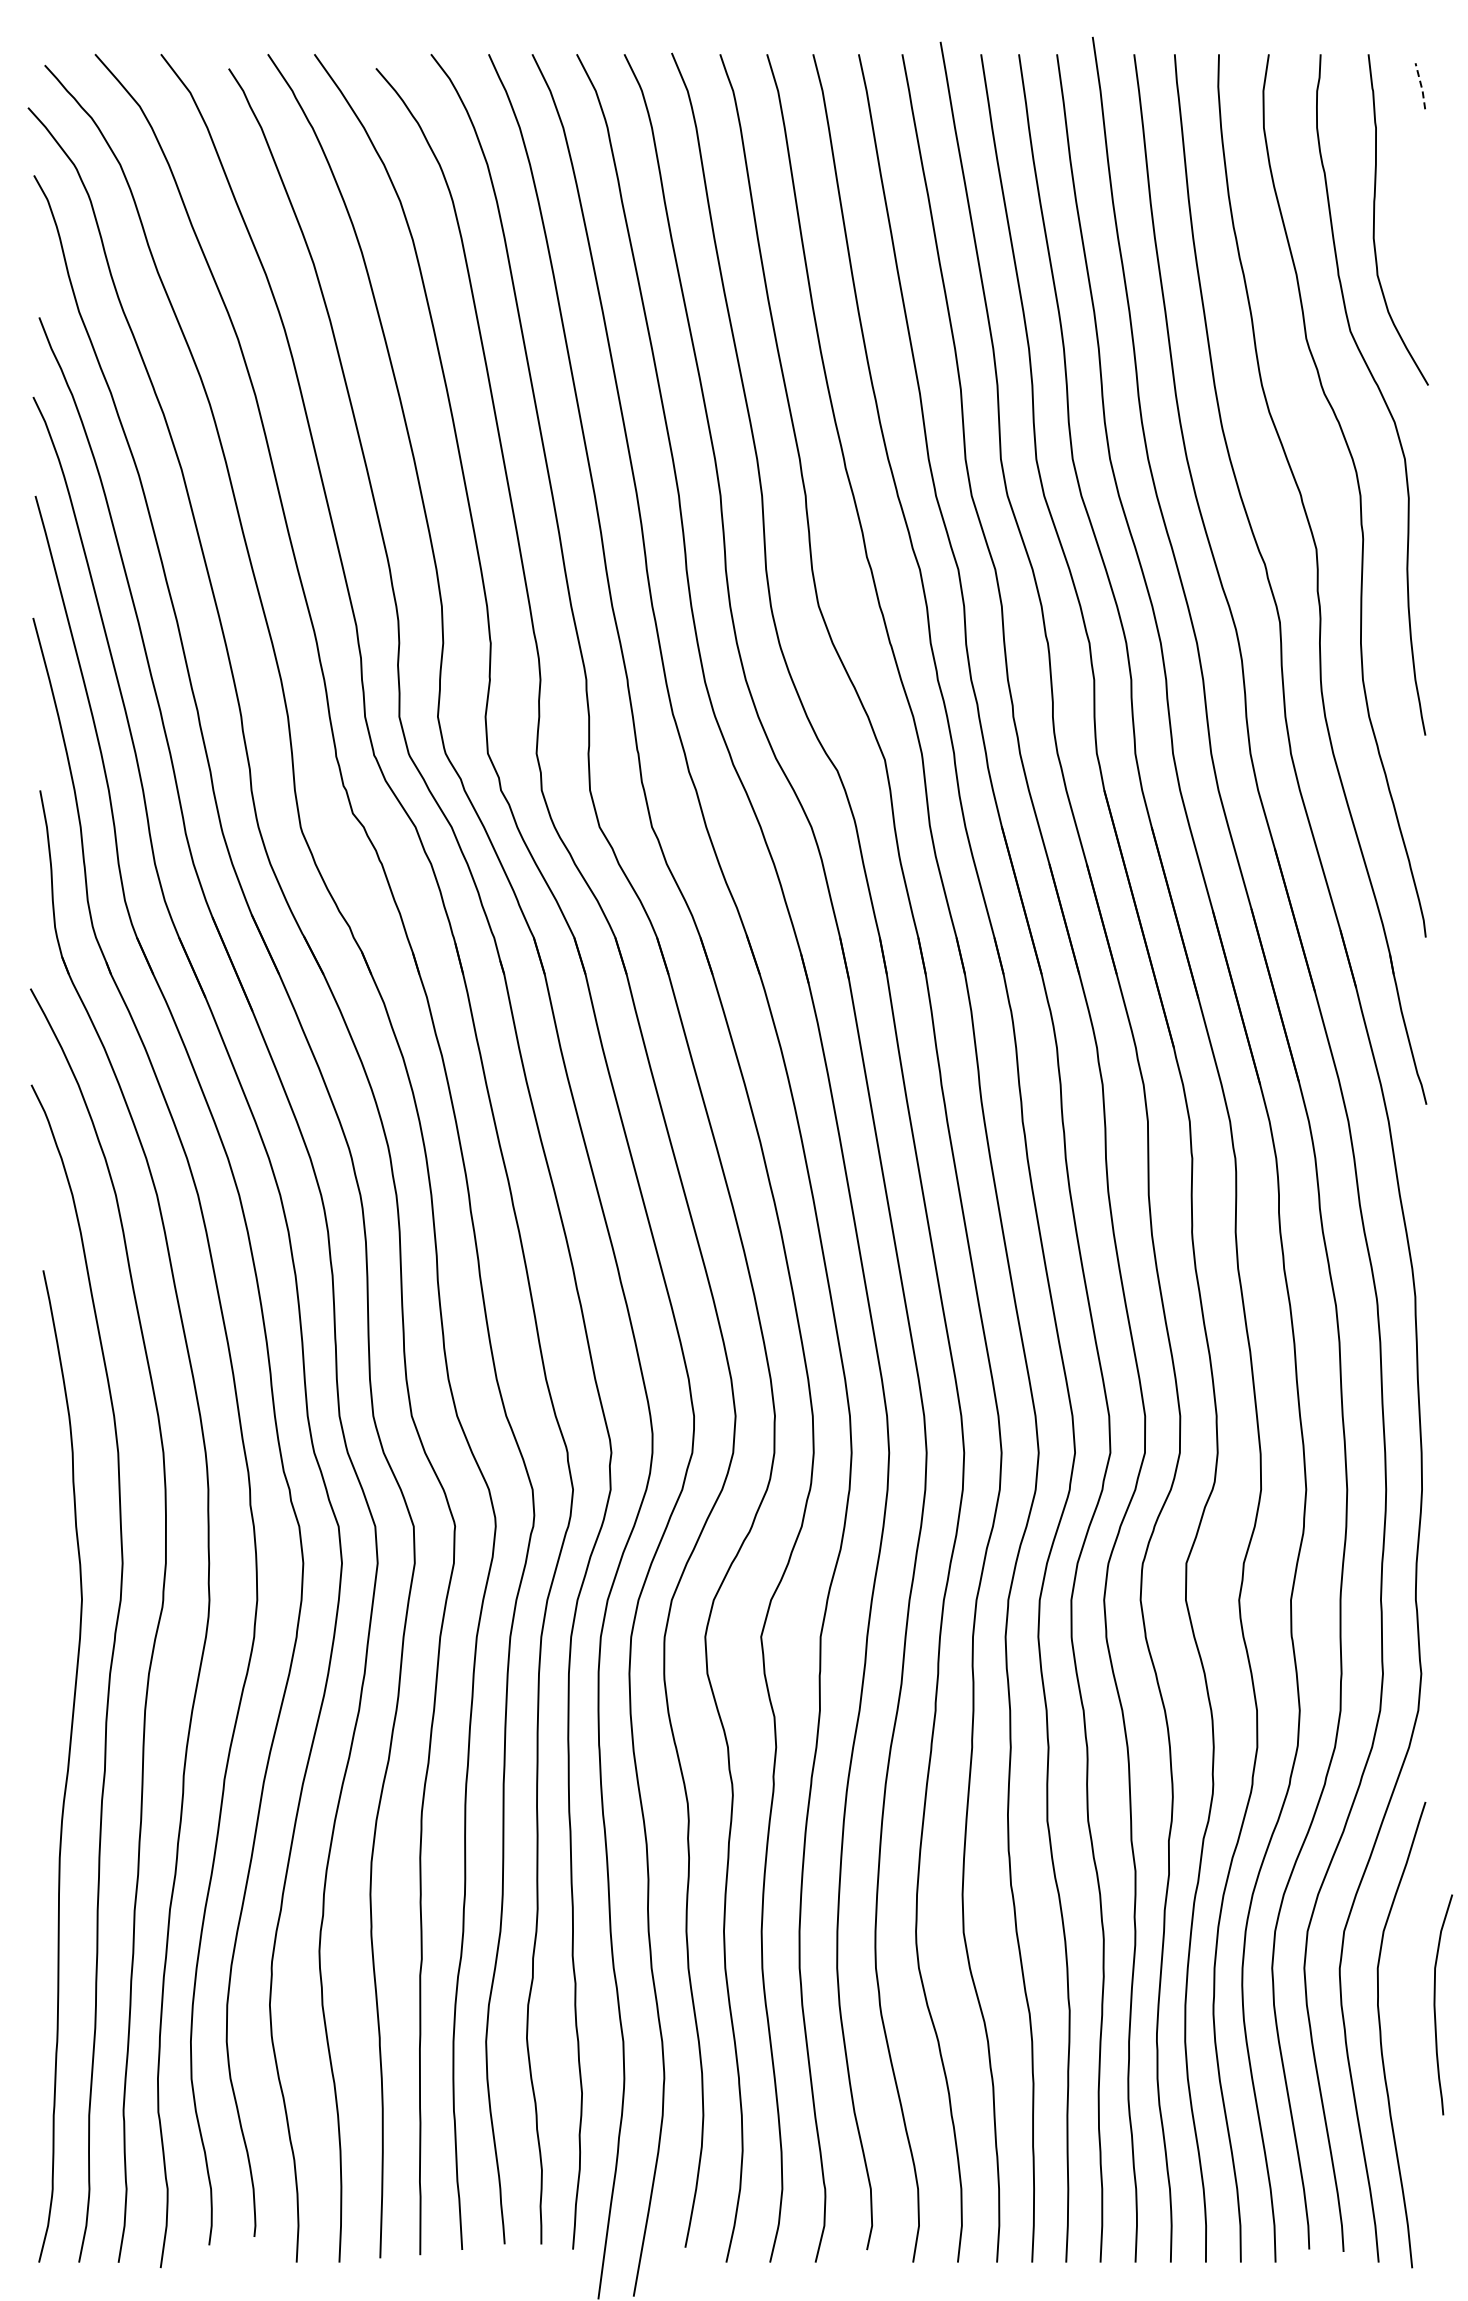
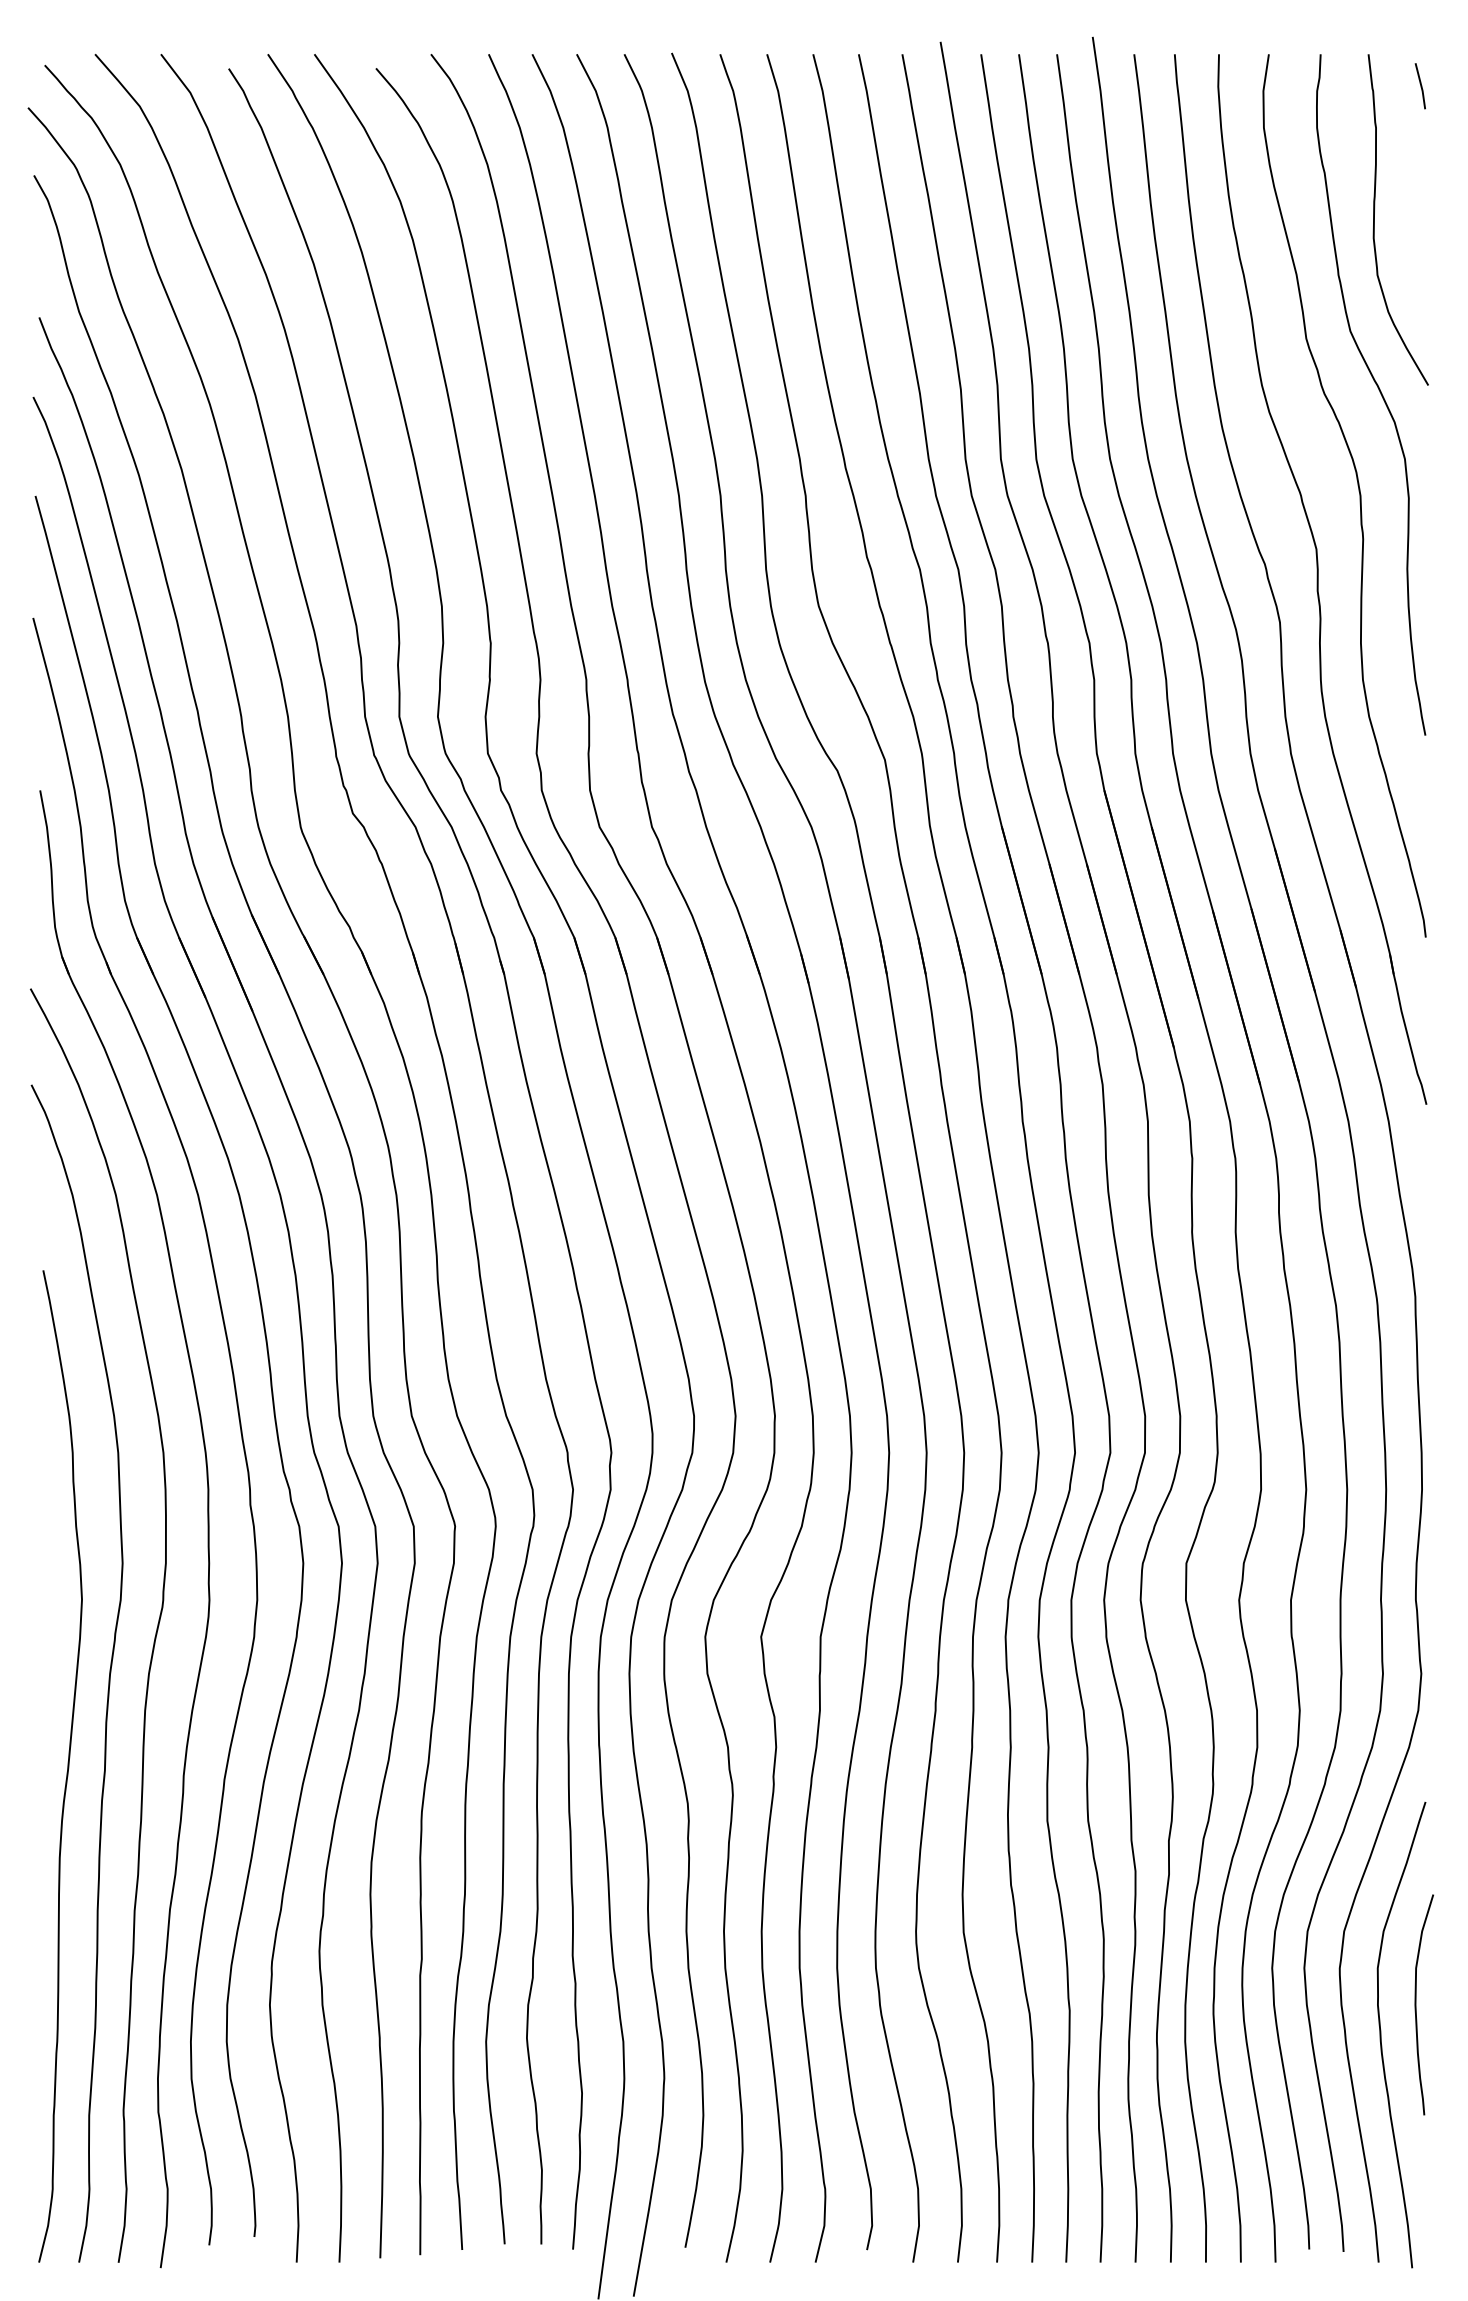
line at (1421, 86): dashed -> solid
curve at (1435, 2004) position: (1435, 2004) -> (1416, 2004)
